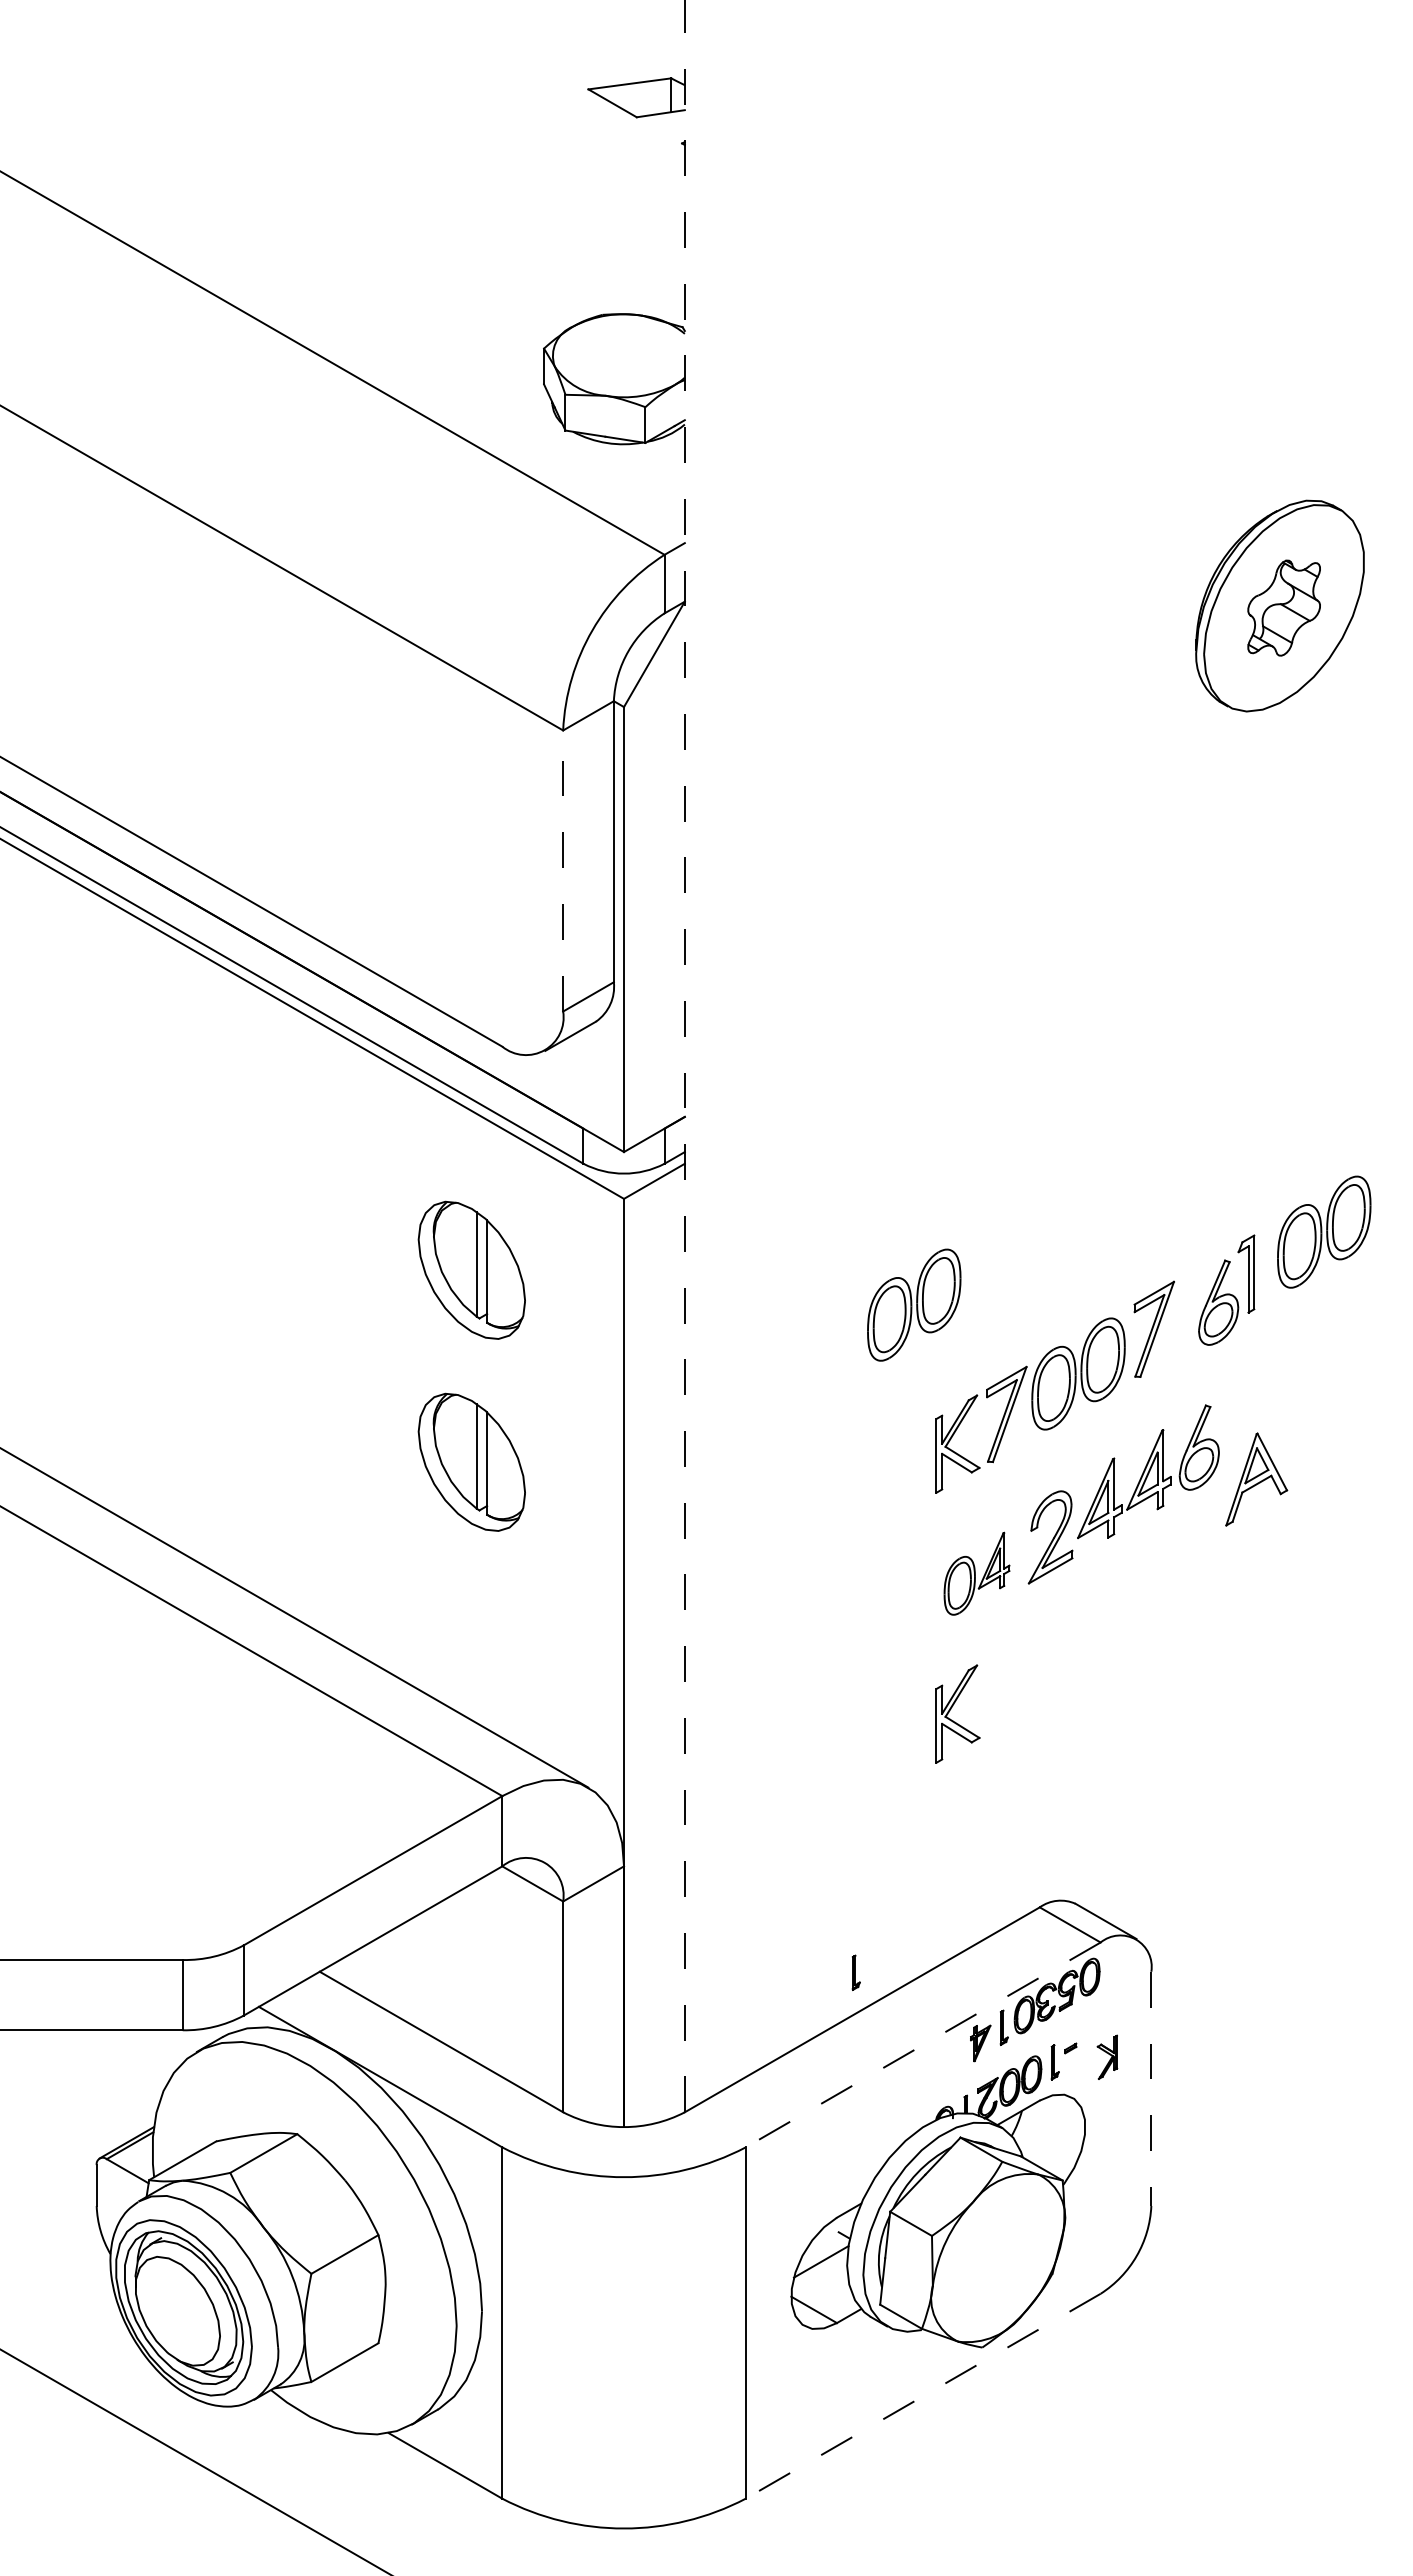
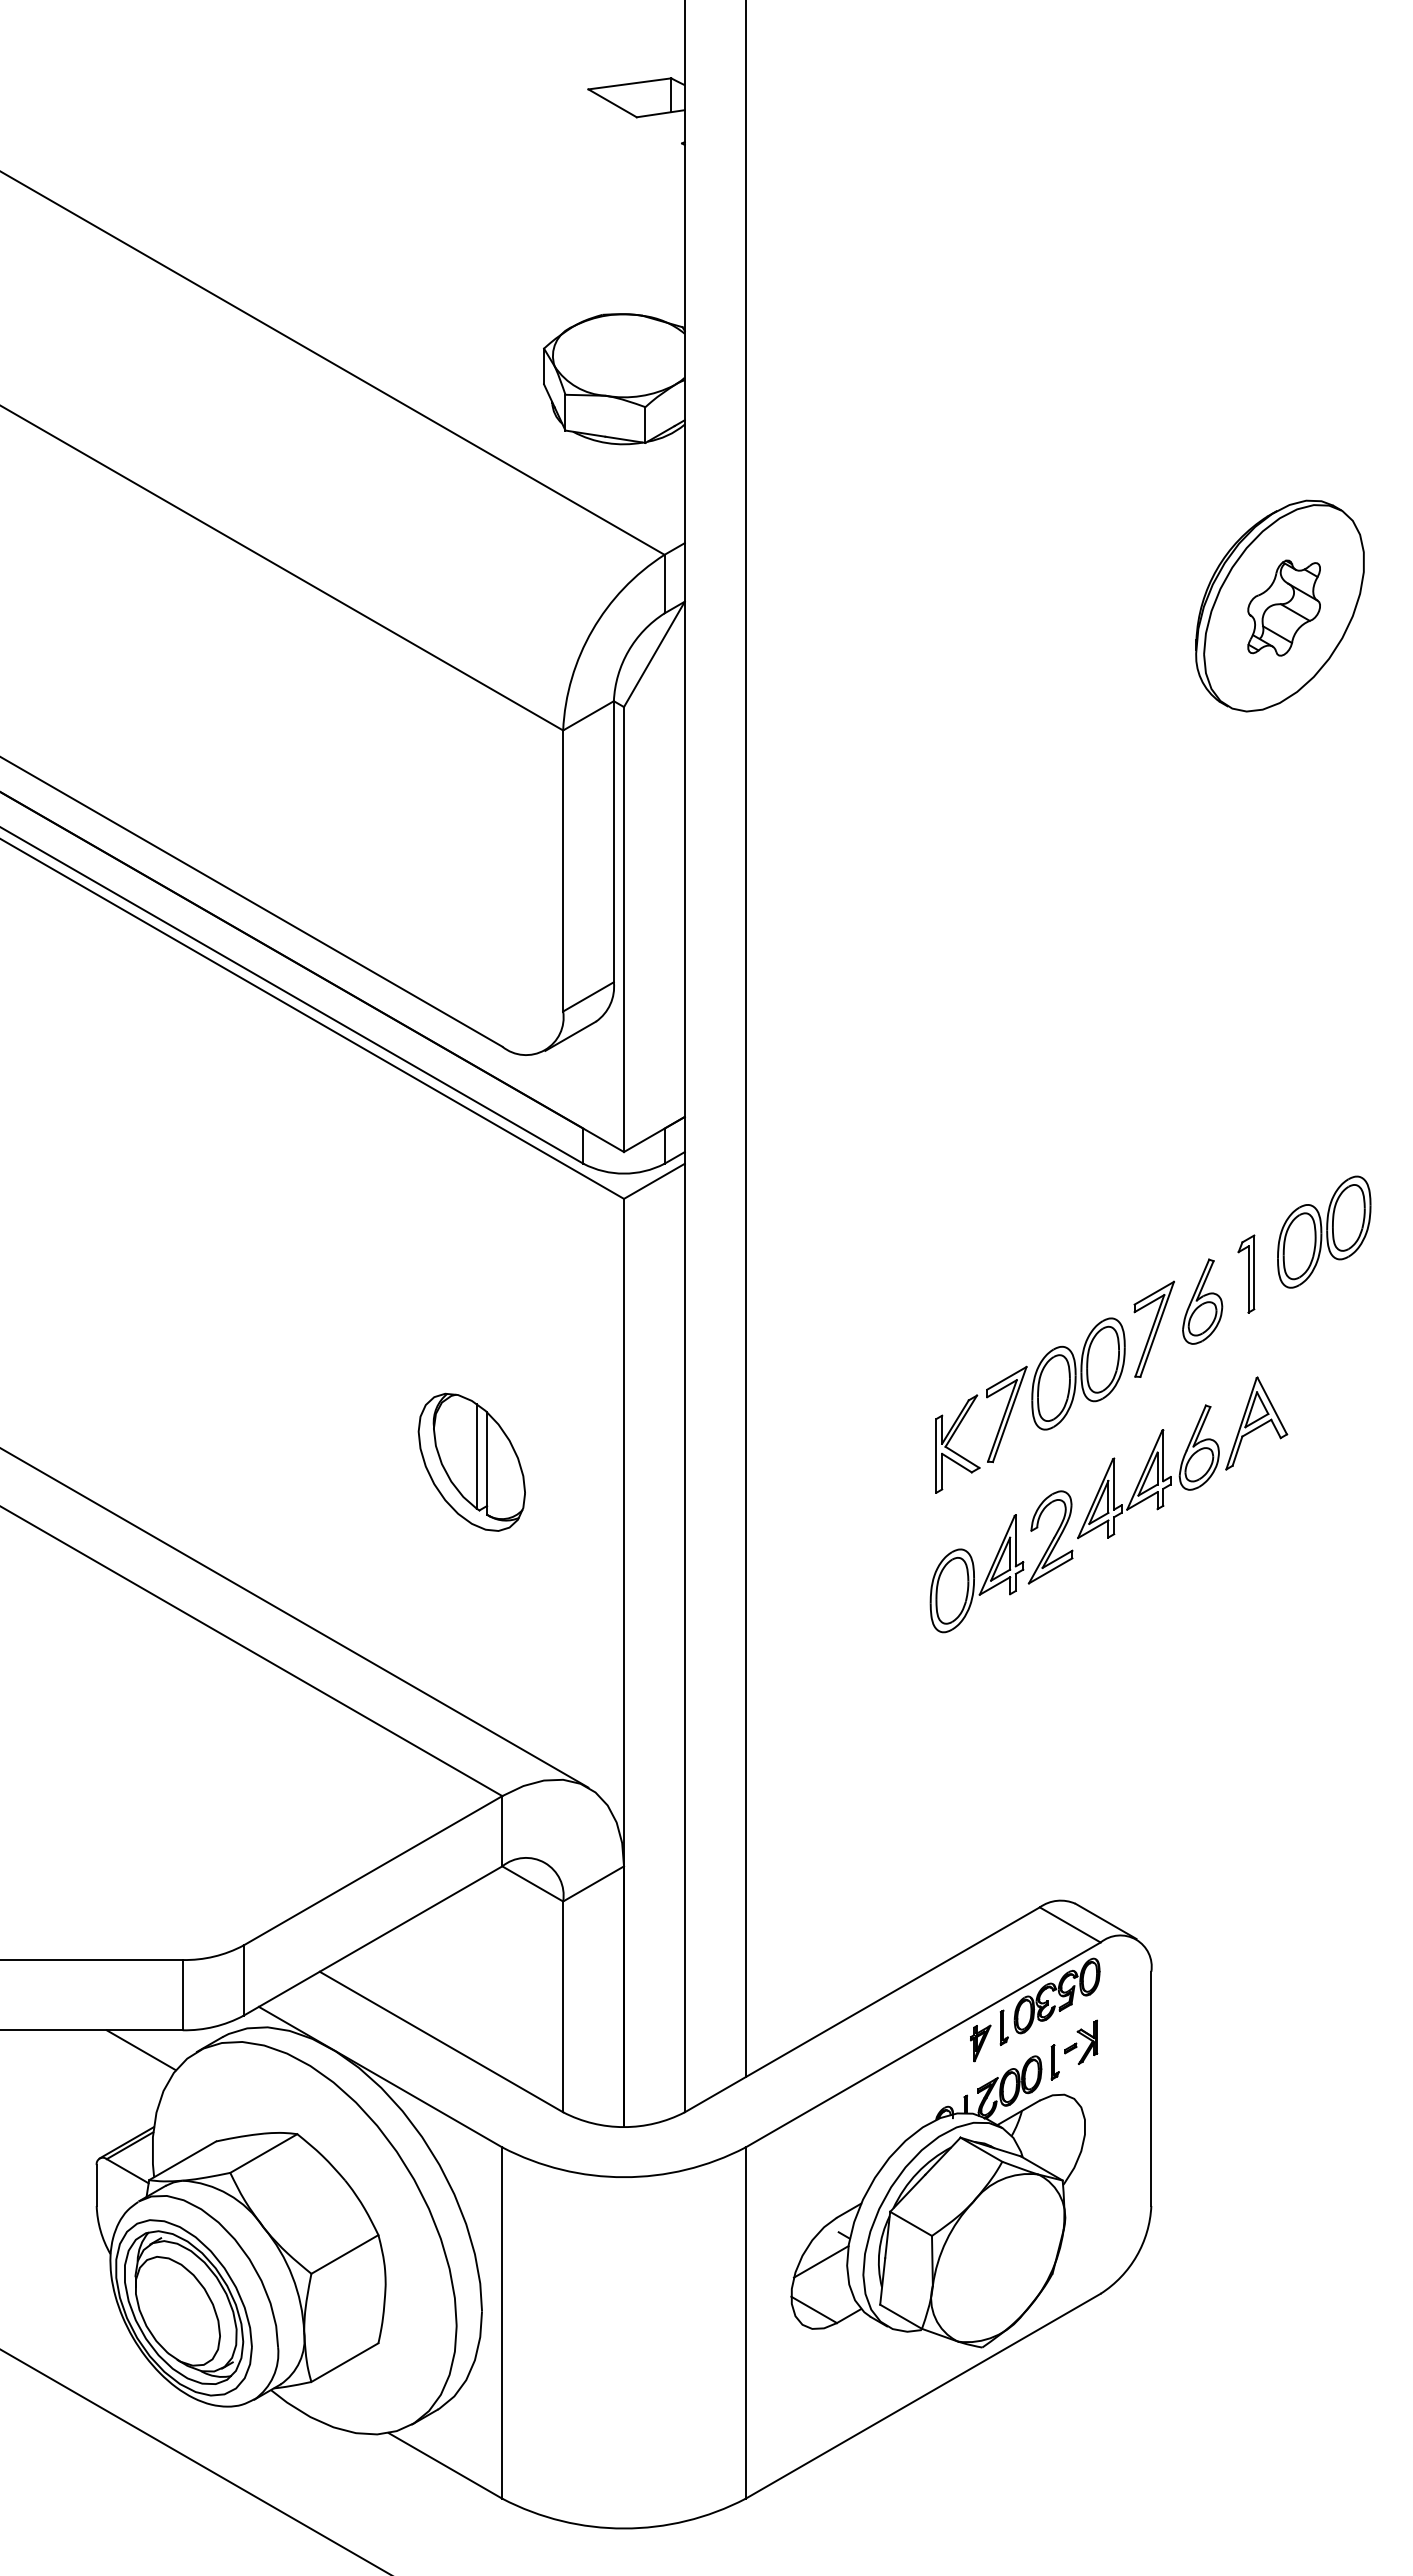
line at (563, 871): dashed -> solid
line at (745, 1039): none -> present
line at (684, 1056): dashed -> solid
part at (471, 1269): present -> none
part at (1218, 1302) position: (1218, 1302) -> (1202, 1301)
part at (914, 1304): present -> none
part at (1256, 1479) position: (1256, 1479) -> (1256, 1423)
part at (976, 1573) size: 68x85 px -> 96x120 px
part at (951, 1709): present -> none
part at (855, 1972): present -> none
line at (923, 2044): dashed -> solid
line at (140, 2050): none -> present
part at (1107, 2056) position: (1107, 2056) -> (1087, 2041)
line at (1151, 2089): dashed -> solid
line at (923, 2396): dashed -> solid
